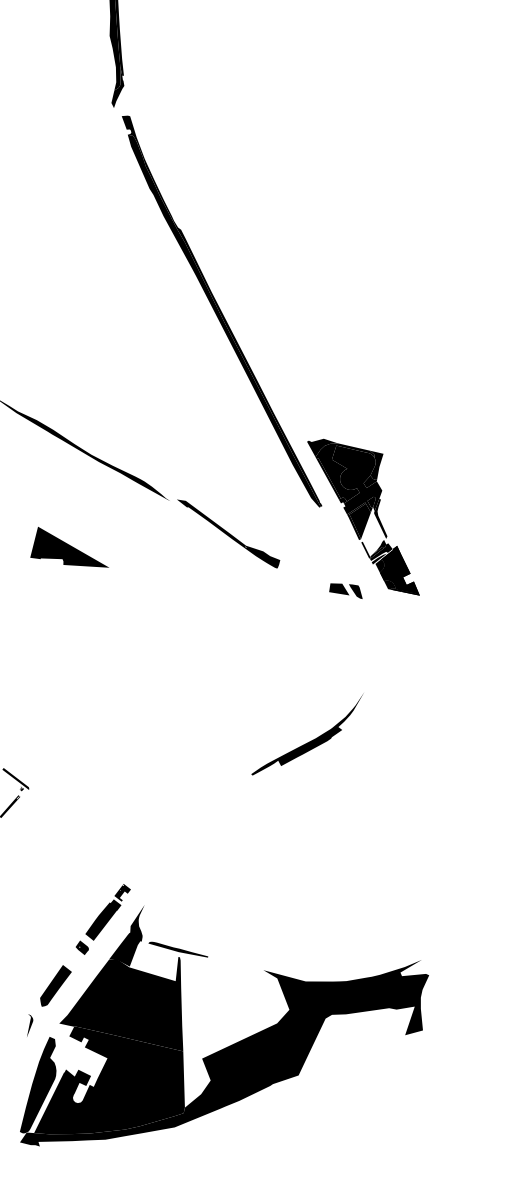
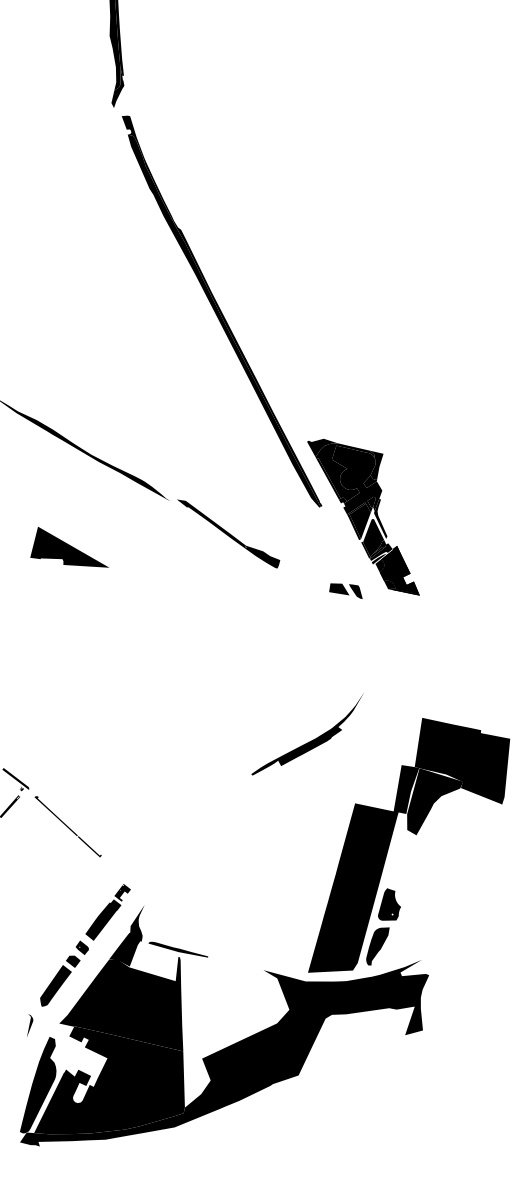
fill at (373, 537): none -> present
part at (67, 826): none -> present
part at (414, 834): none -> present
fill at (72, 961): none -> present
